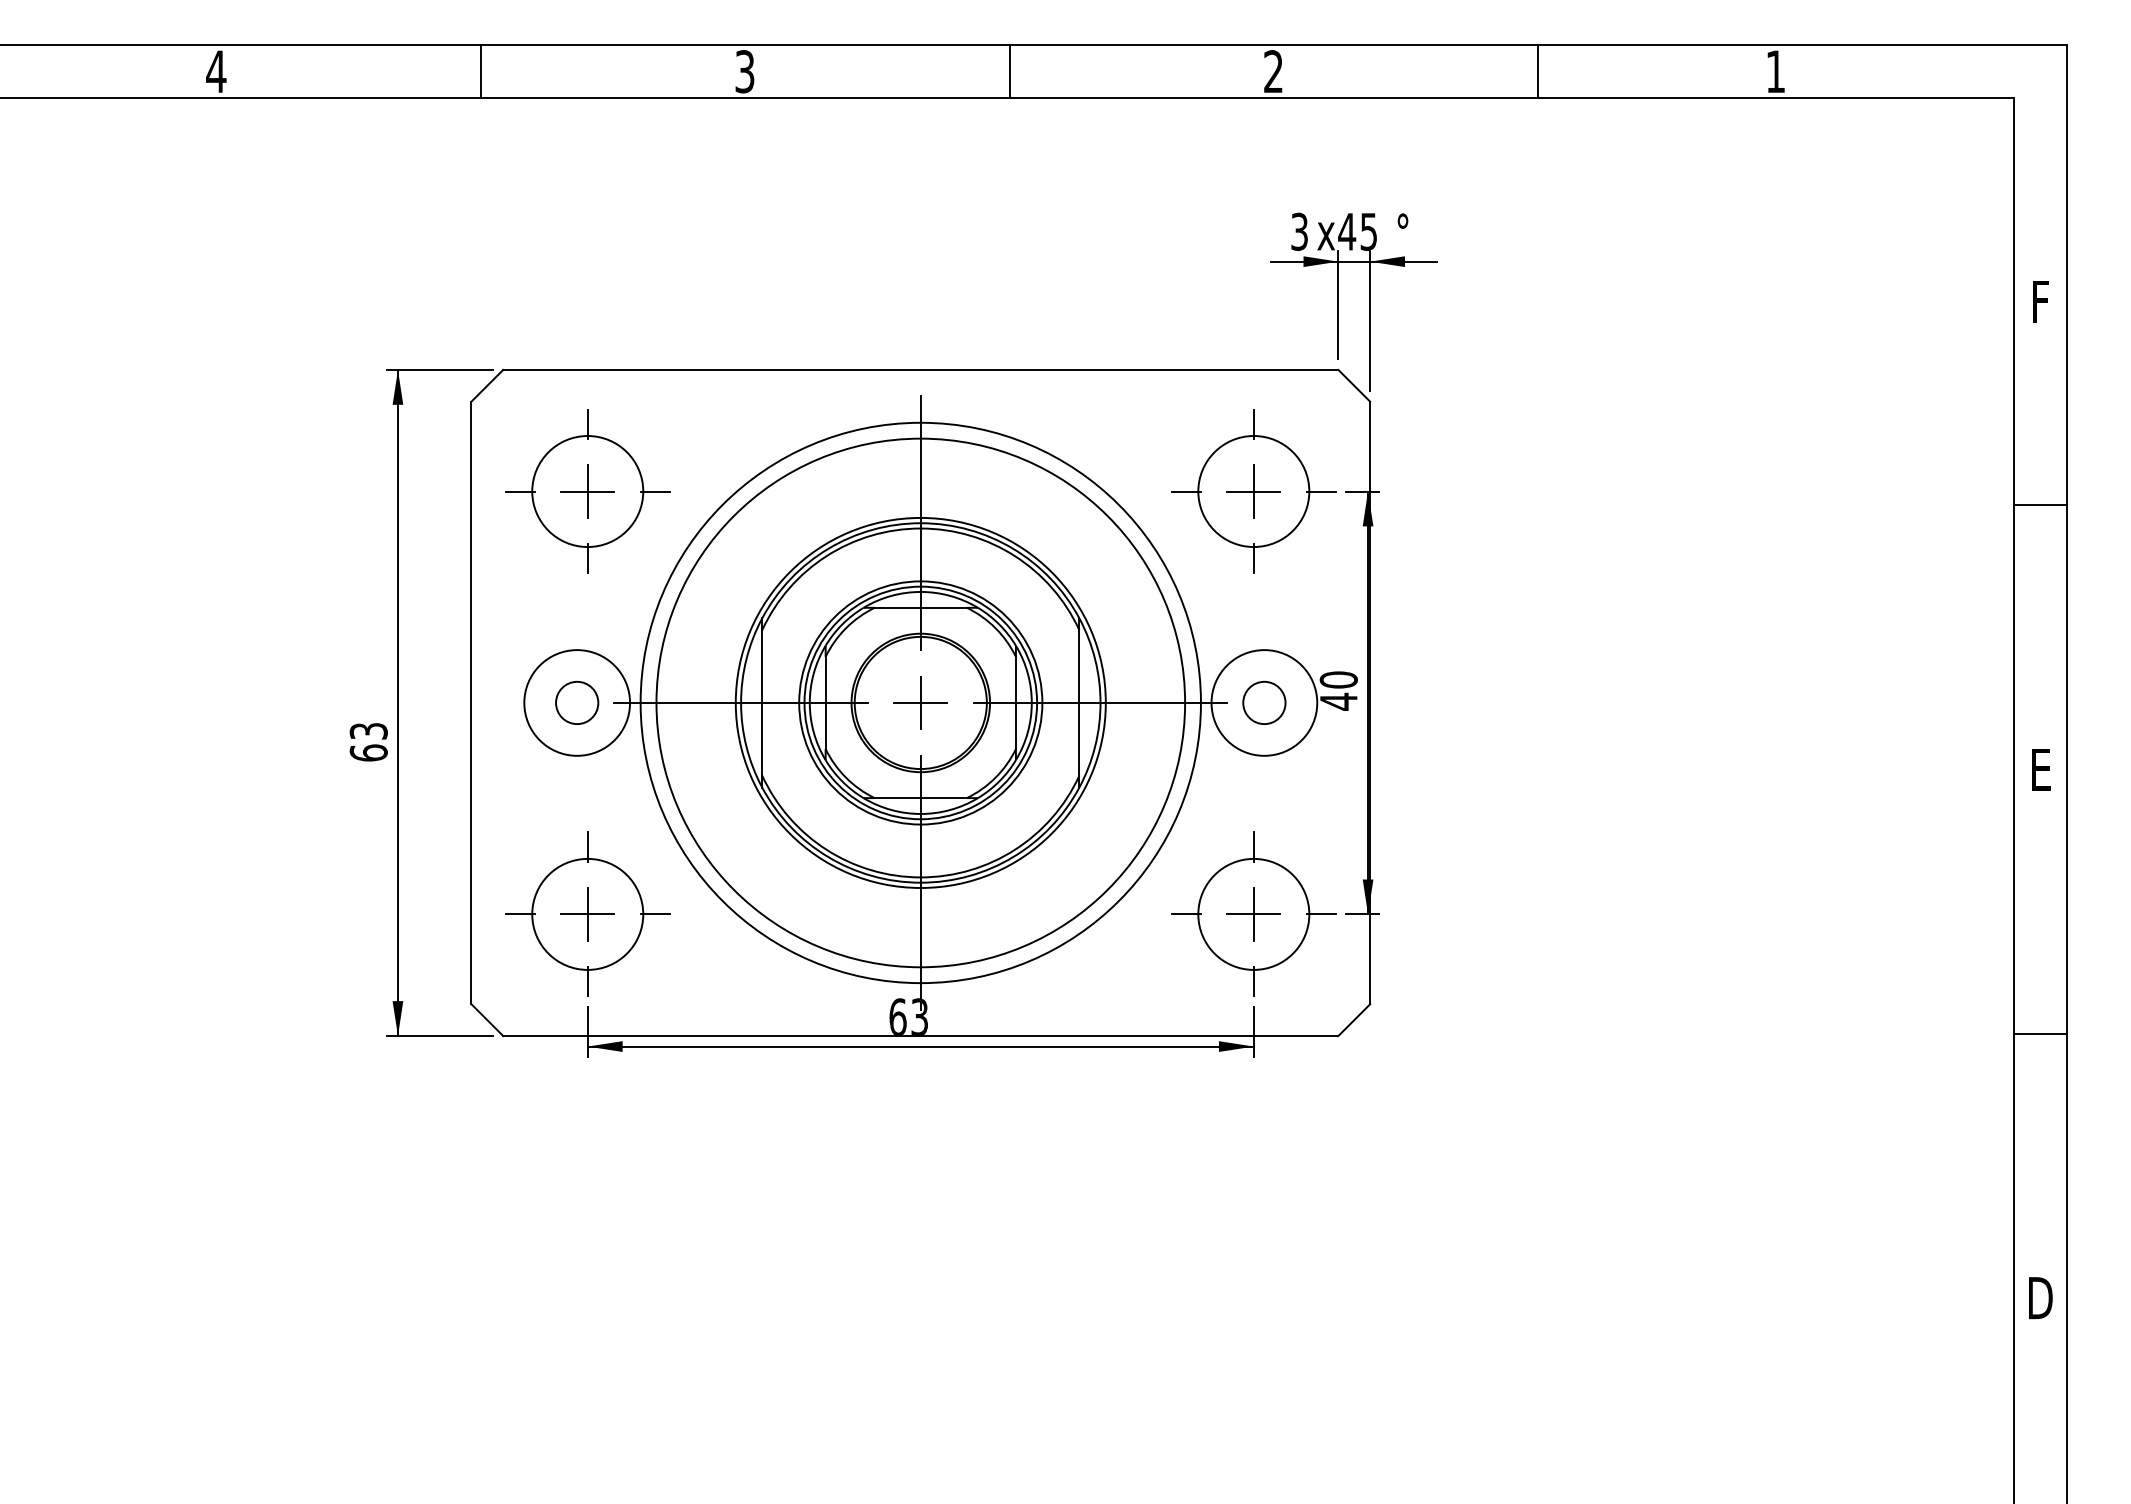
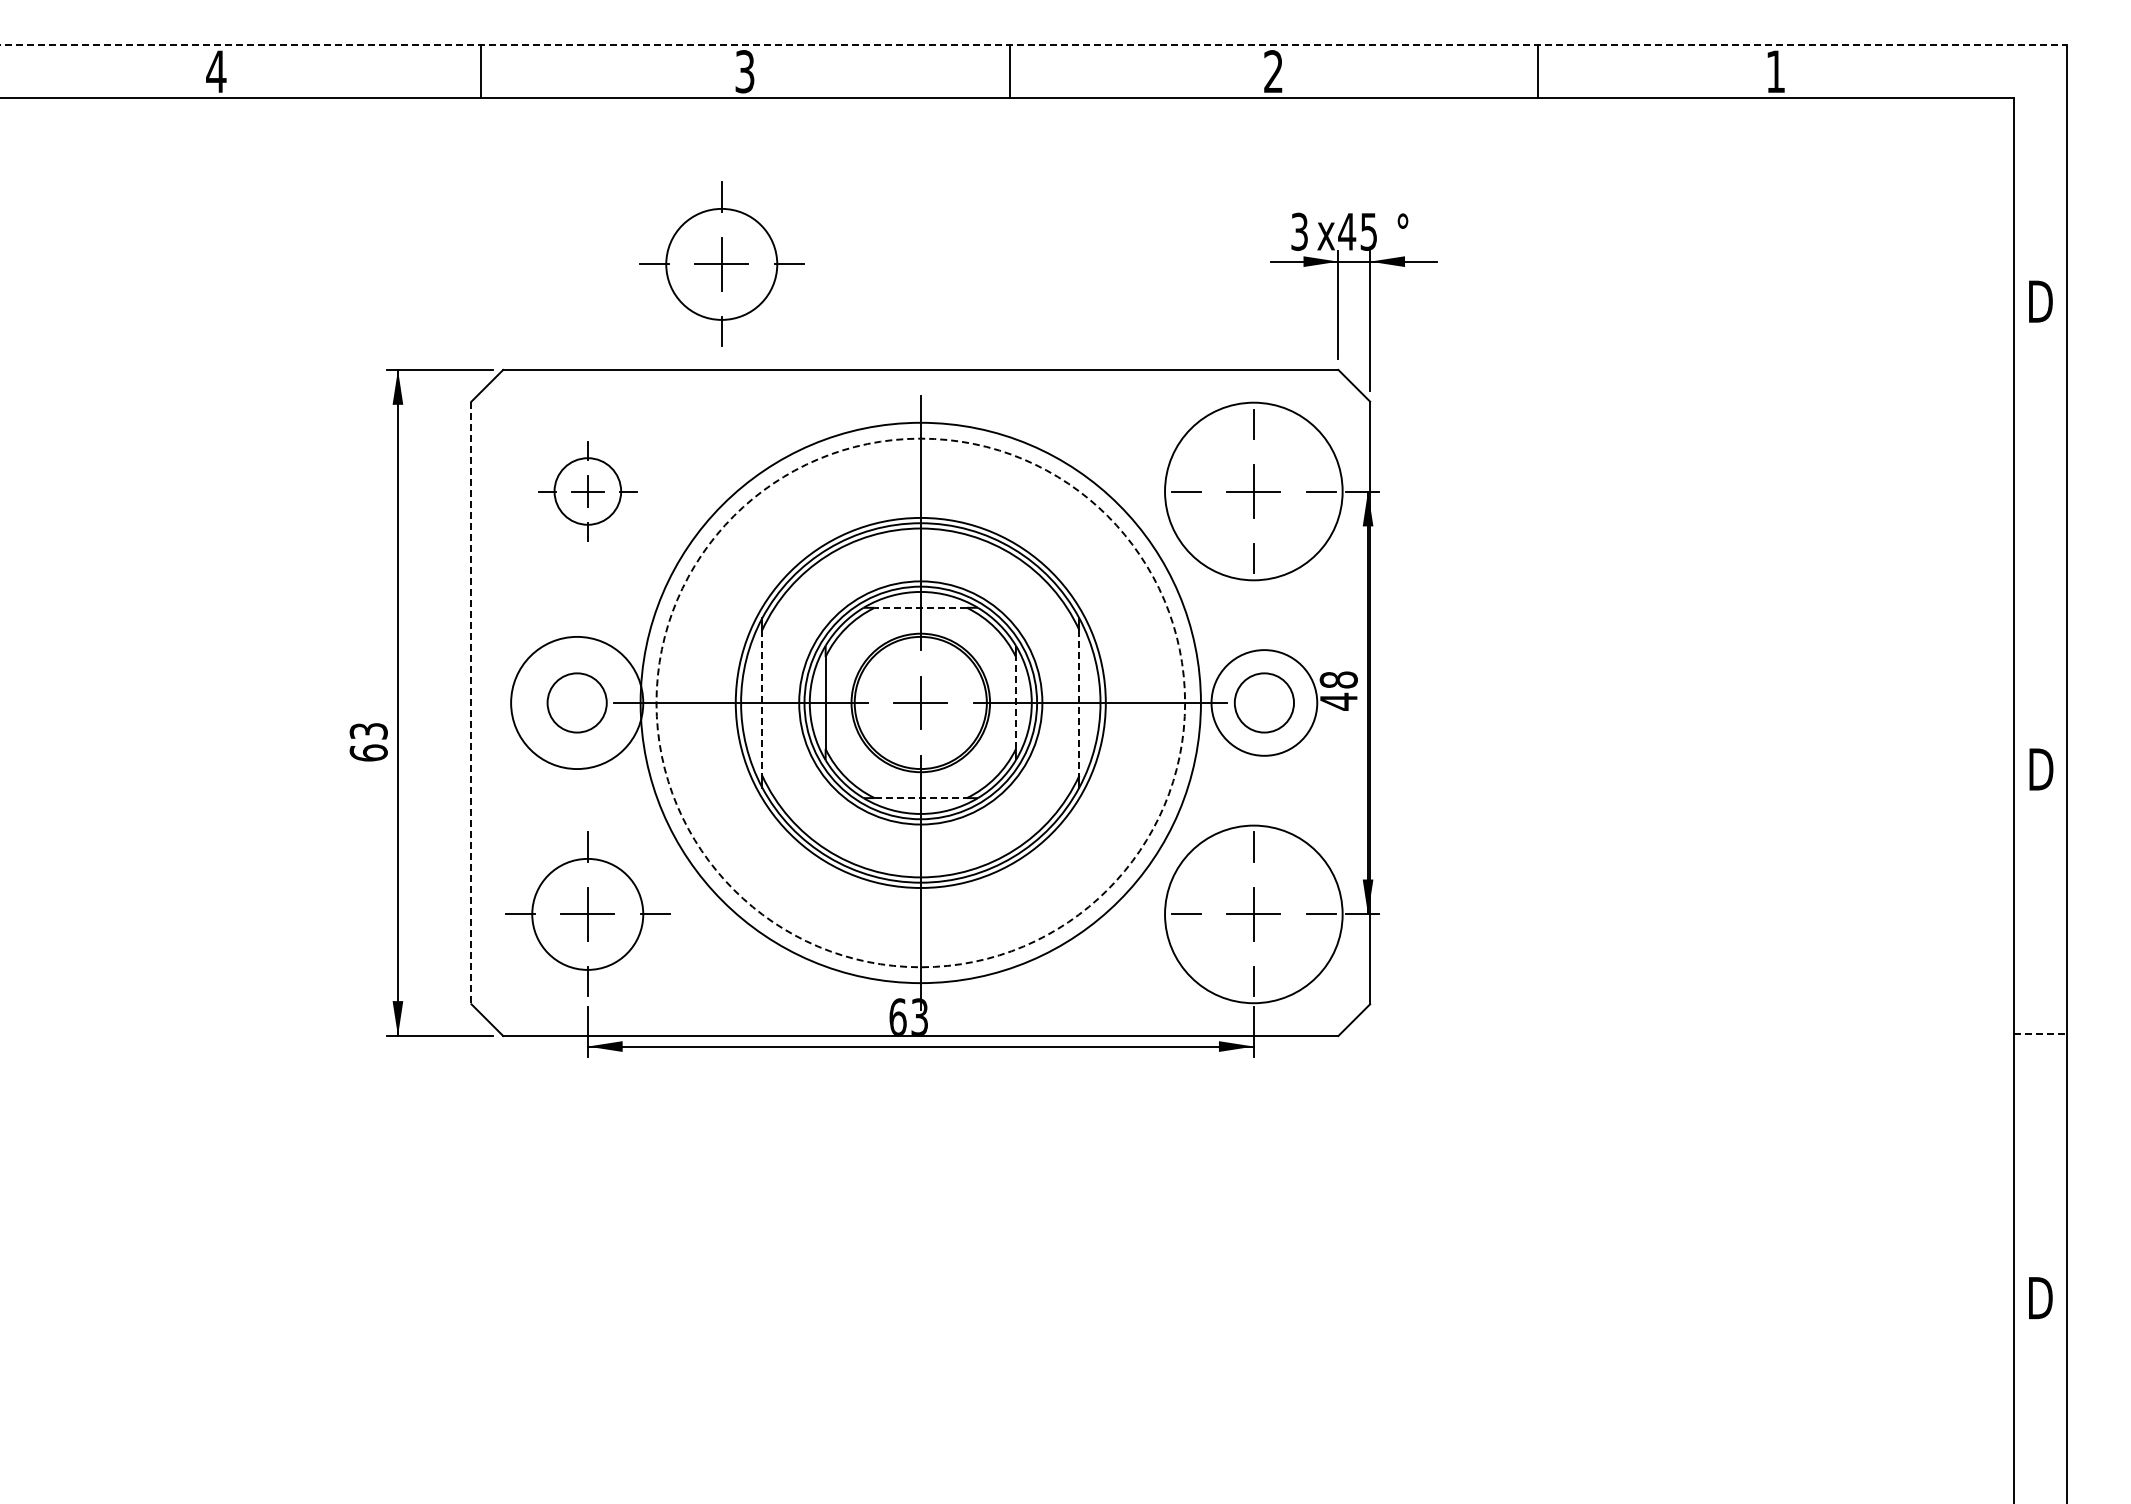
line at (1034, 45): solid -> dashed
part at (721, 263): none -> present
text at (2040, 301): F -> D
part at (587, 491) size: 166x165 px -> 100x101 px
circle at (1253, 491) diameter: 111 px -> 178 px
line at (2040, 505): present -> none
line at (920, 607): solid -> dashed
text at (1338, 679): 40 -> 48
circle at (577, 702) diameter: 106 px -> 132 px
circle at (577, 702) diameter: 42 px -> 59 px
circle at (920, 702): solid -> dashed
line at (1015, 702): solid -> dashed
circle at (1264, 702) diameter: 42 px -> 59 px
line at (471, 703): solid -> dashed
line at (762, 703): solid -> dashed
line at (1079, 703): solid -> dashed
text at (2041, 769): E -> D
line at (921, 798): solid -> dashed
circle at (1253, 913) diameter: 111 px -> 178 px
line at (2041, 1033): solid -> dashed
